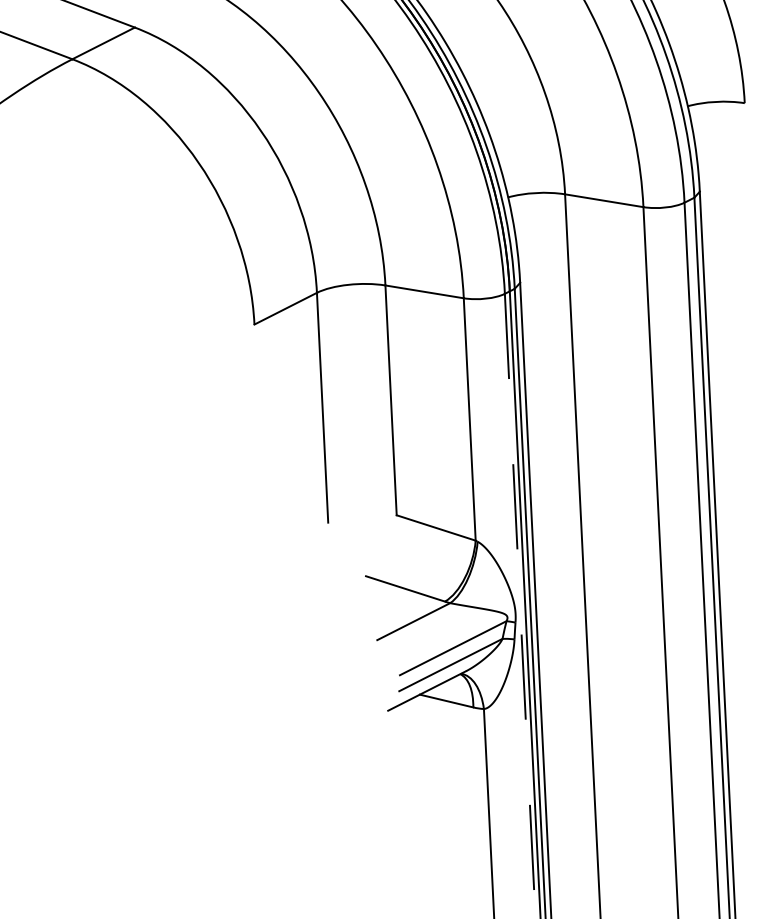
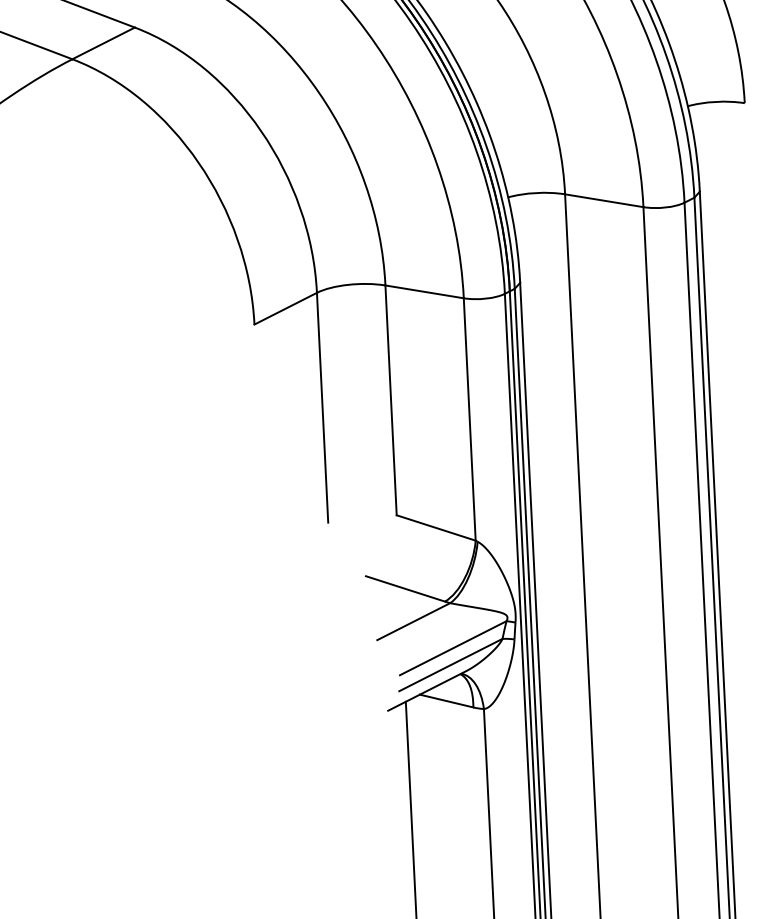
line at (520, 606): dashed -> solid
line at (410, 808): none -> present
